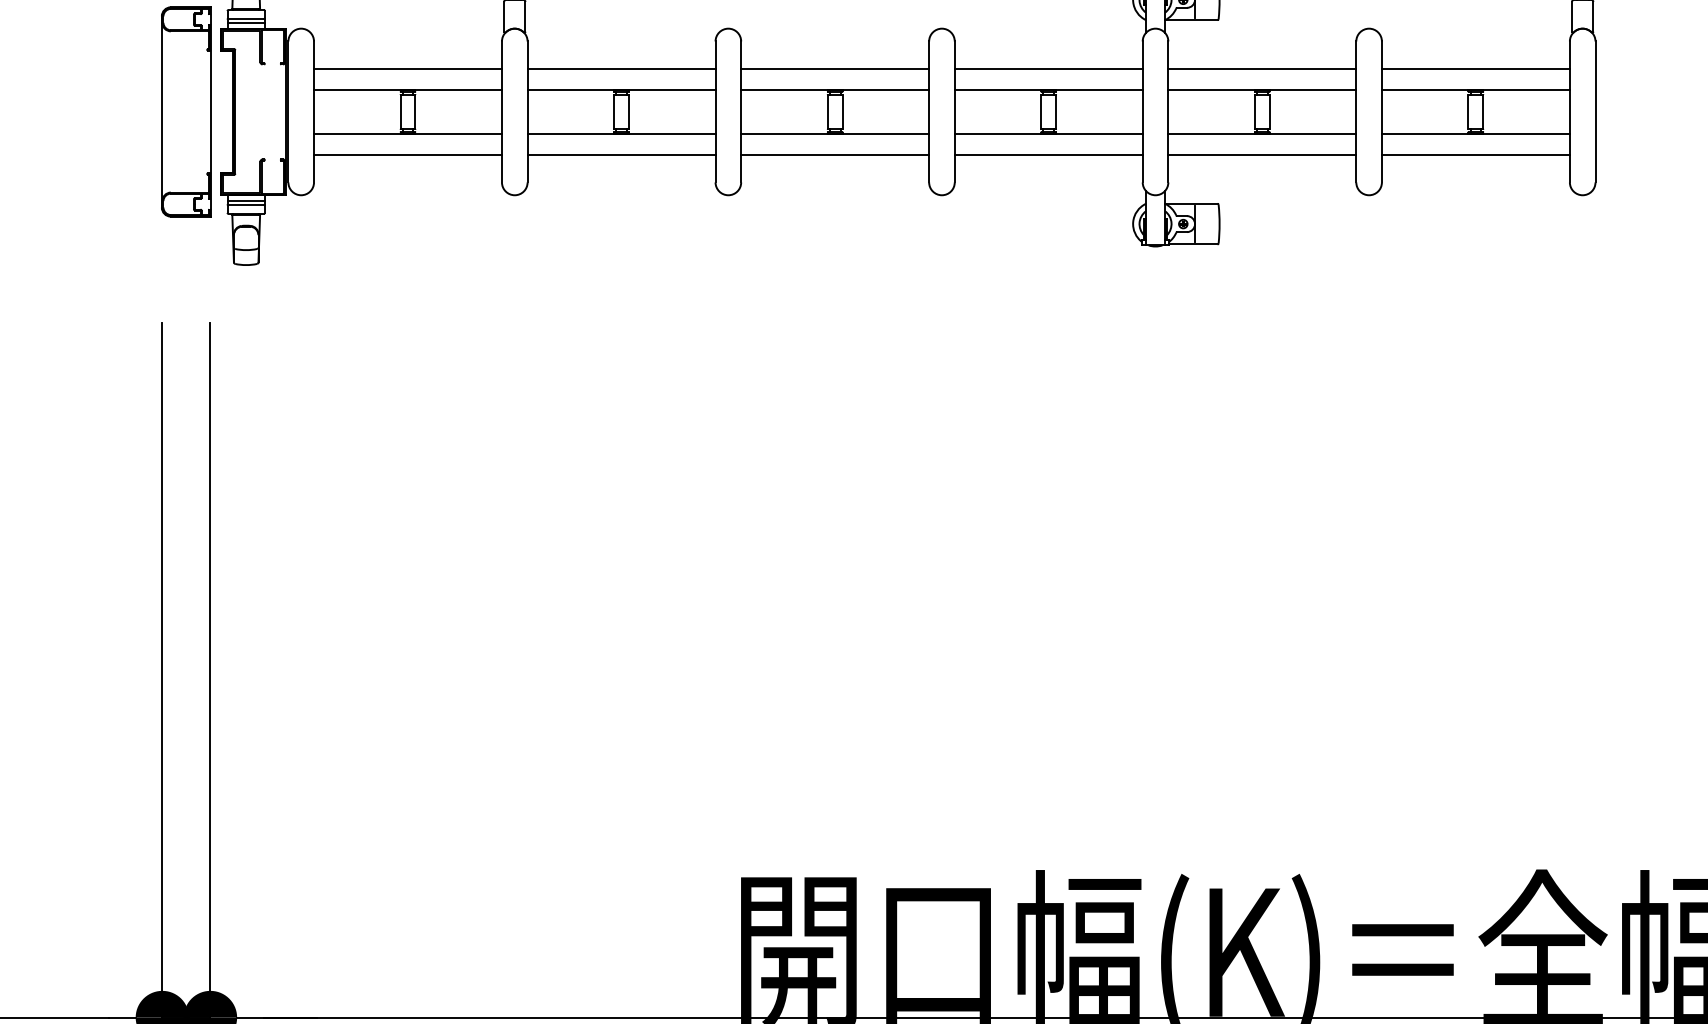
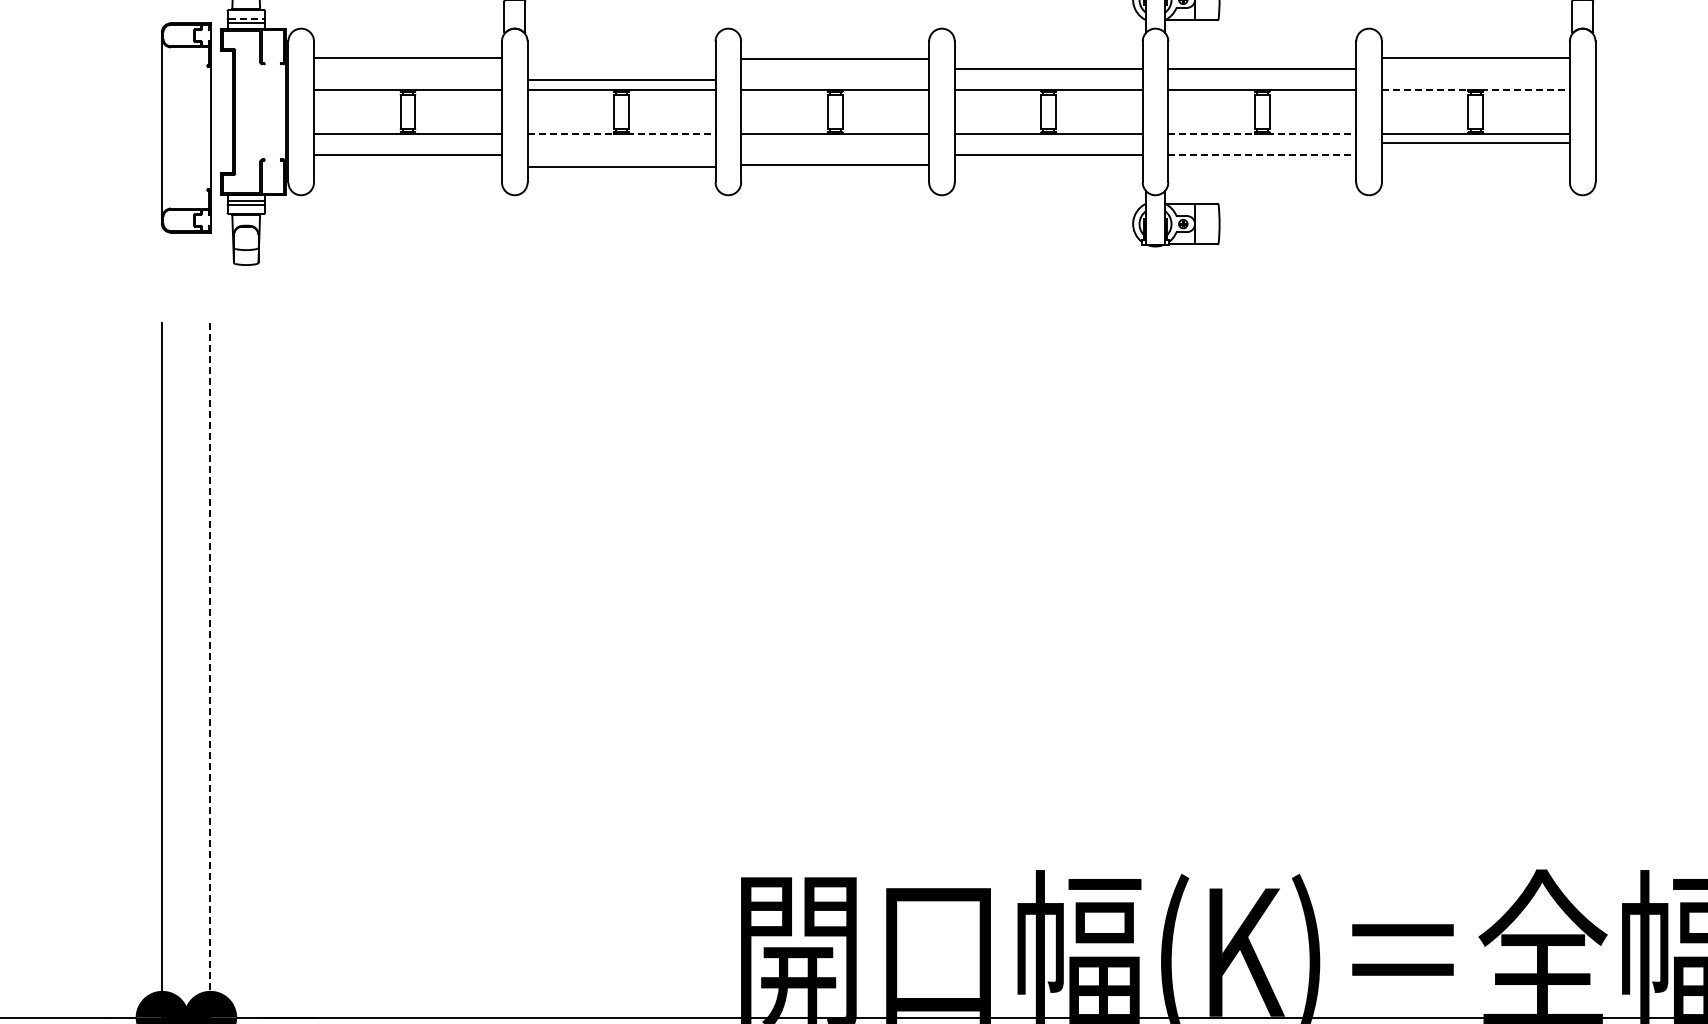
line at (246, 18): solid -> dashed
line at (407, 68) position: (407, 68) -> (407, 57)
line at (621, 68) position: (621, 68) -> (621, 79)
line at (835, 68) position: (835, 68) -> (835, 58)
line at (1475, 68) position: (1475, 68) -> (1475, 57)
line at (1475, 90): solid -> dashed
part at (186, 111) position: (186, 111) -> (186, 127)
line at (621, 133): solid -> dashed
line at (1262, 133): solid -> dashed
line at (621, 155) position: (621, 155) -> (621, 167)
line at (835, 155) position: (835, 155) -> (835, 165)
line at (1262, 155): solid -> dashed
line at (1475, 155) position: (1475, 155) -> (1475, 143)
line at (210, 671): solid -> dashed
